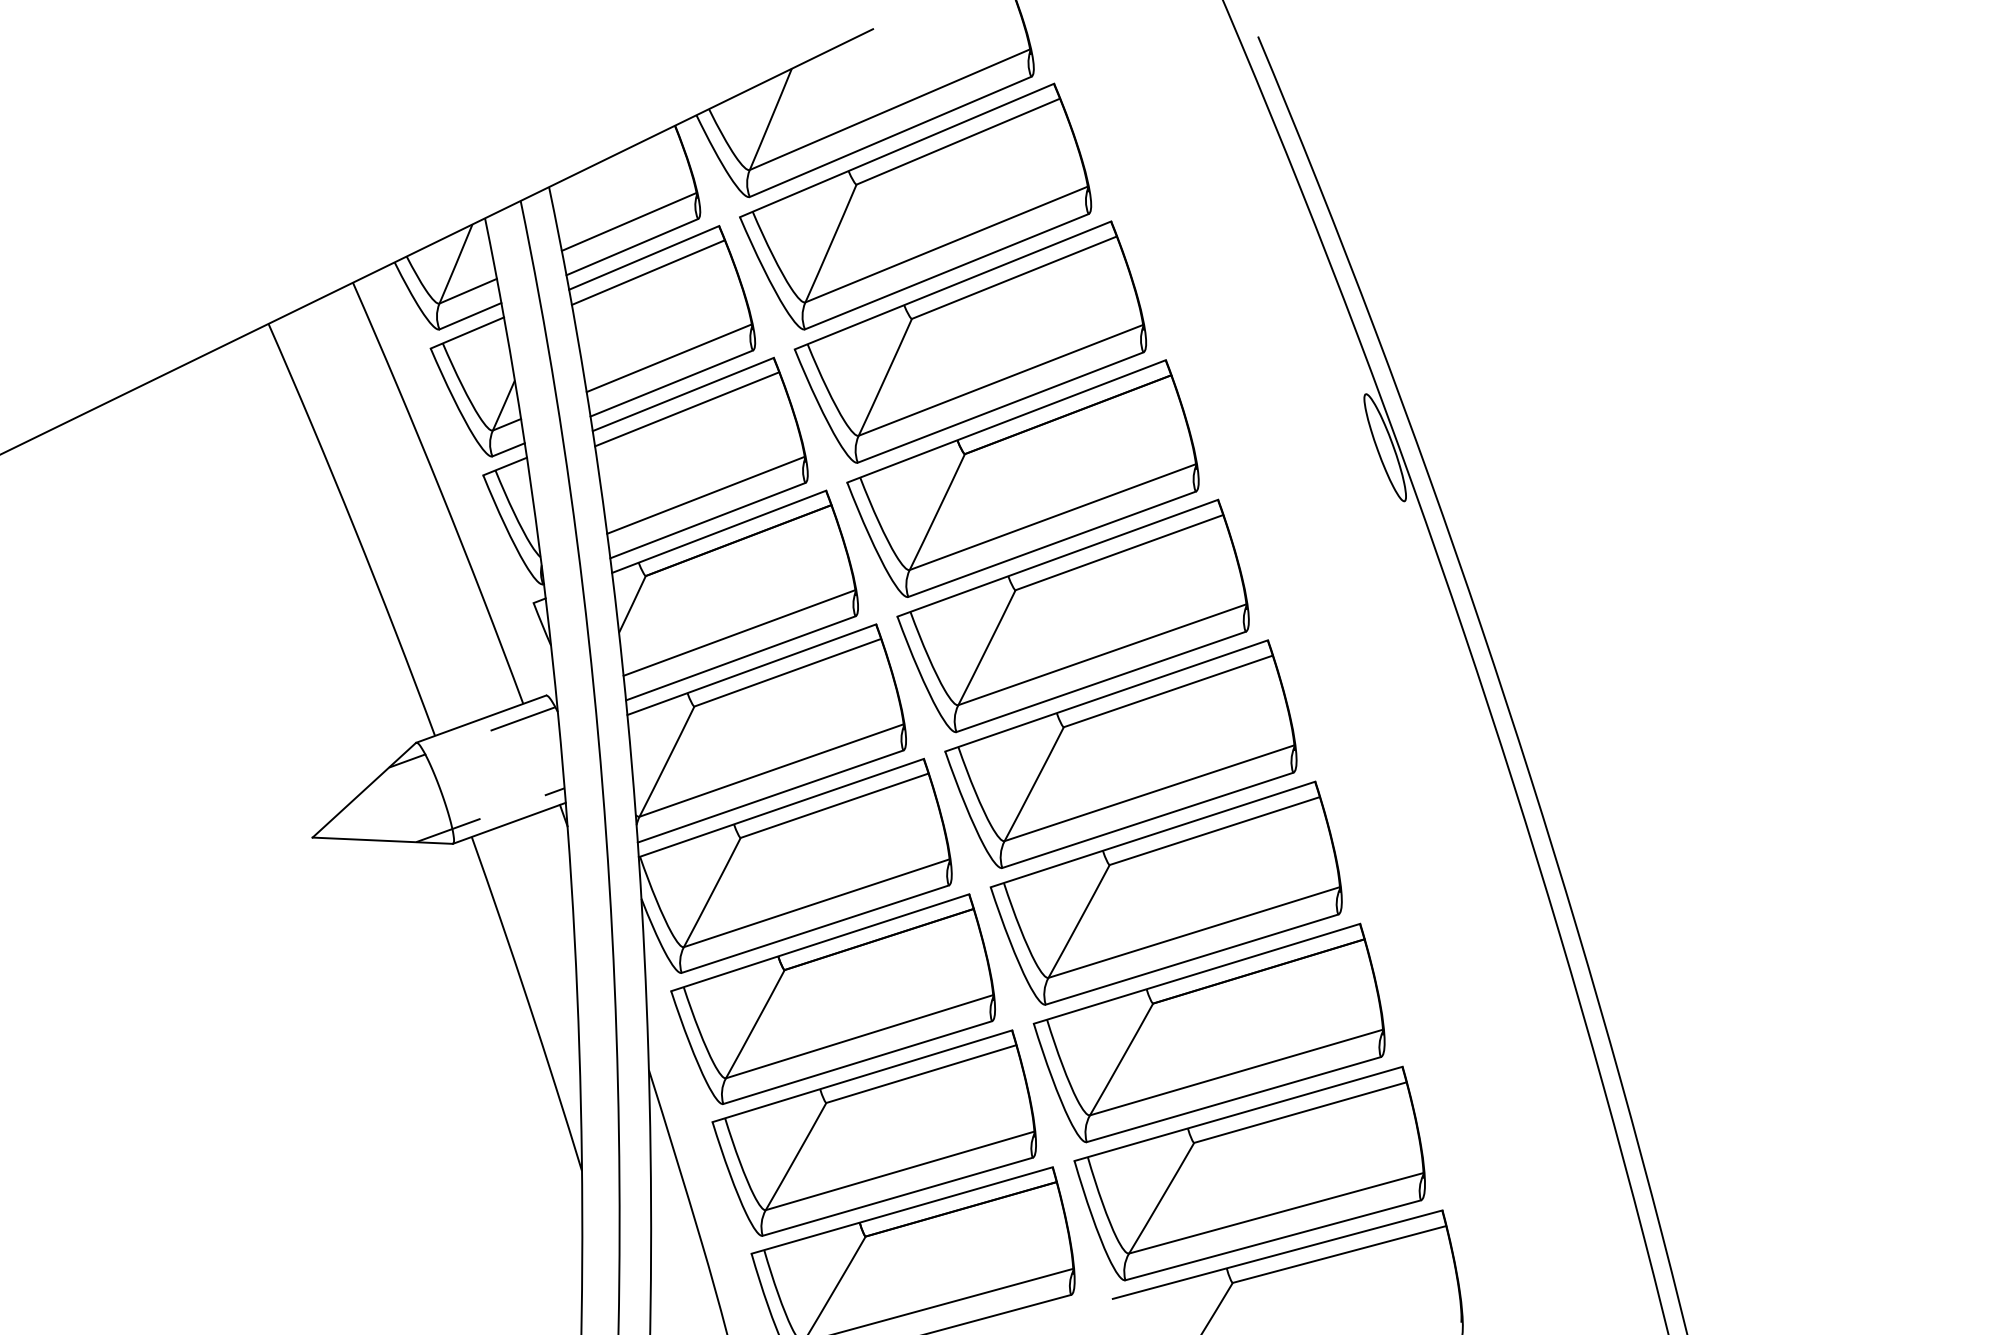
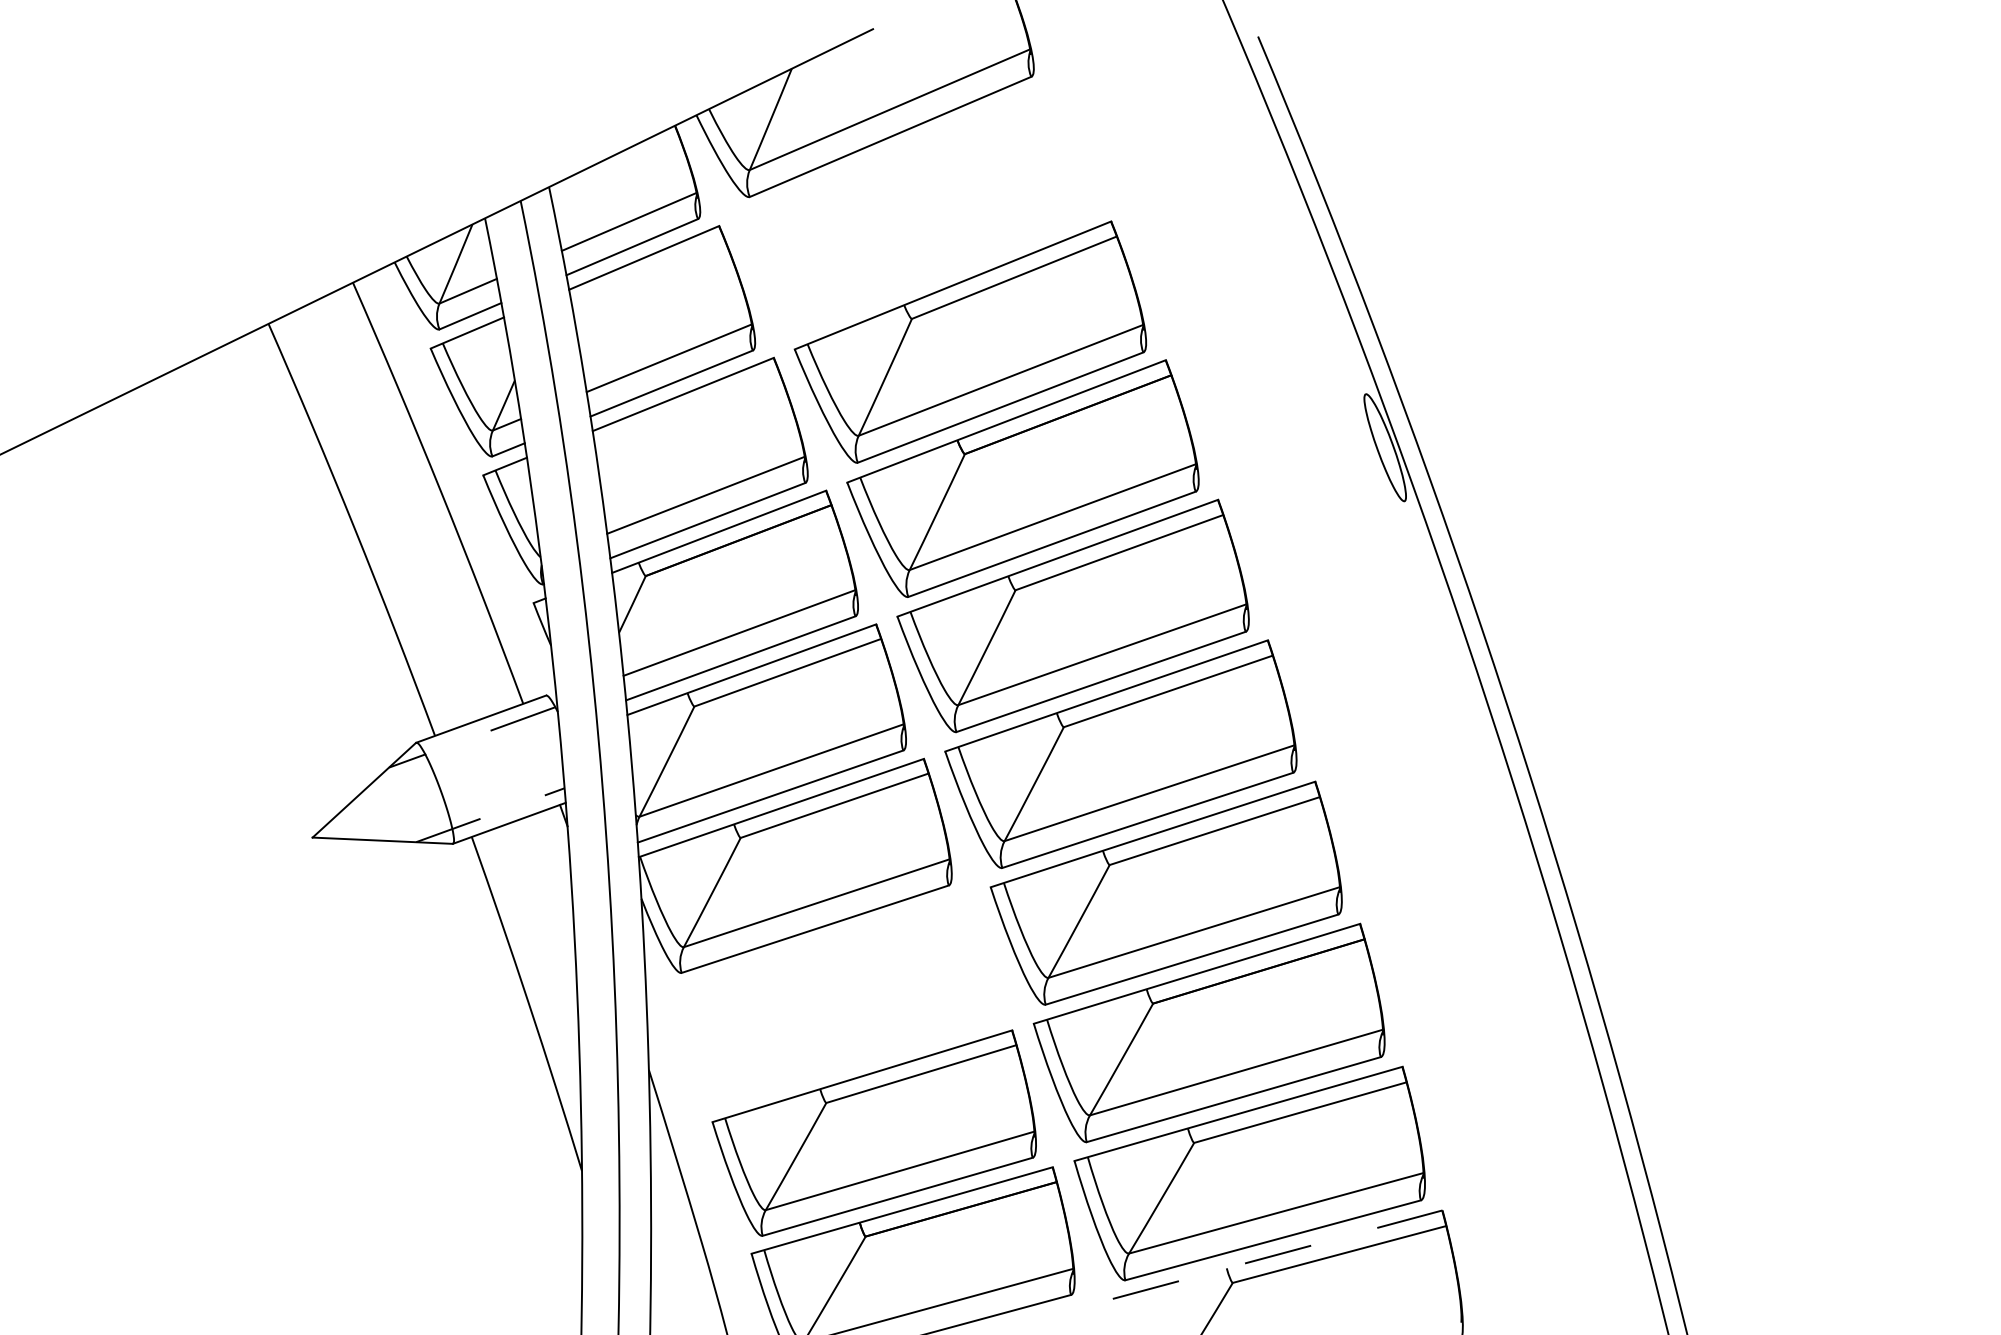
part at (915, 206): present -> none
line at (647, 272): present -> none
line at (687, 409): present -> none
part at (832, 999): present -> none
line at (1277, 1254): solid -> dashed
